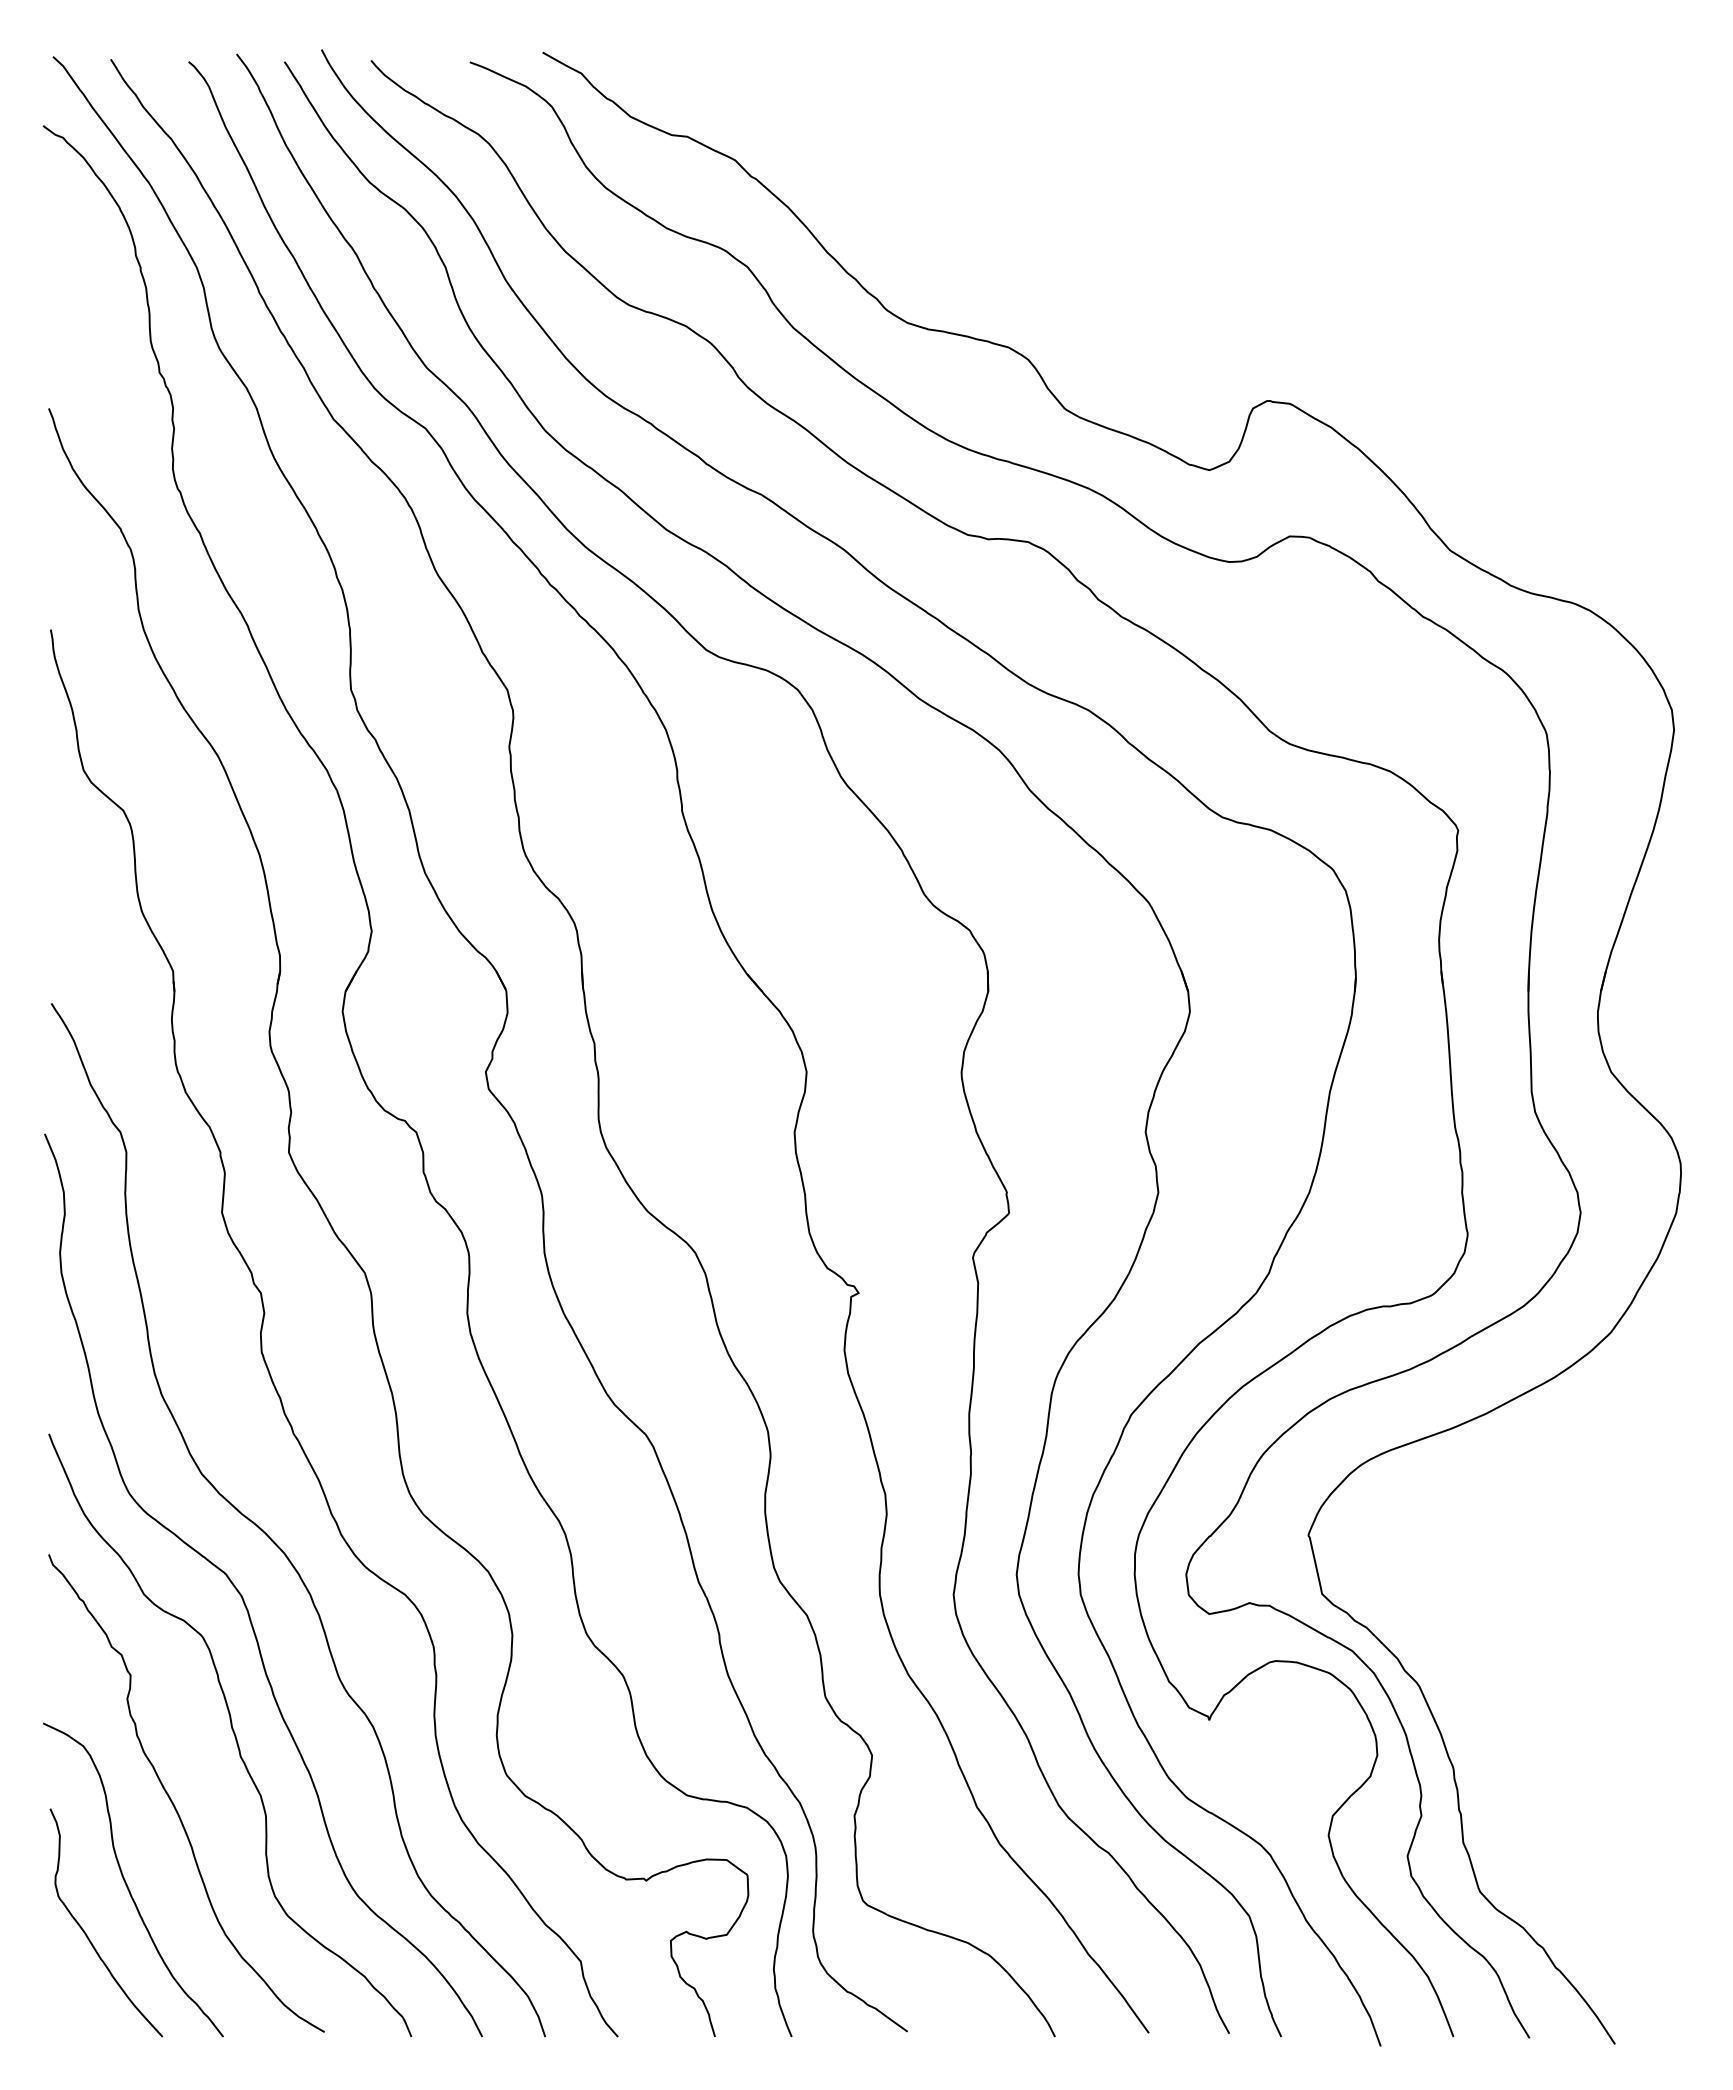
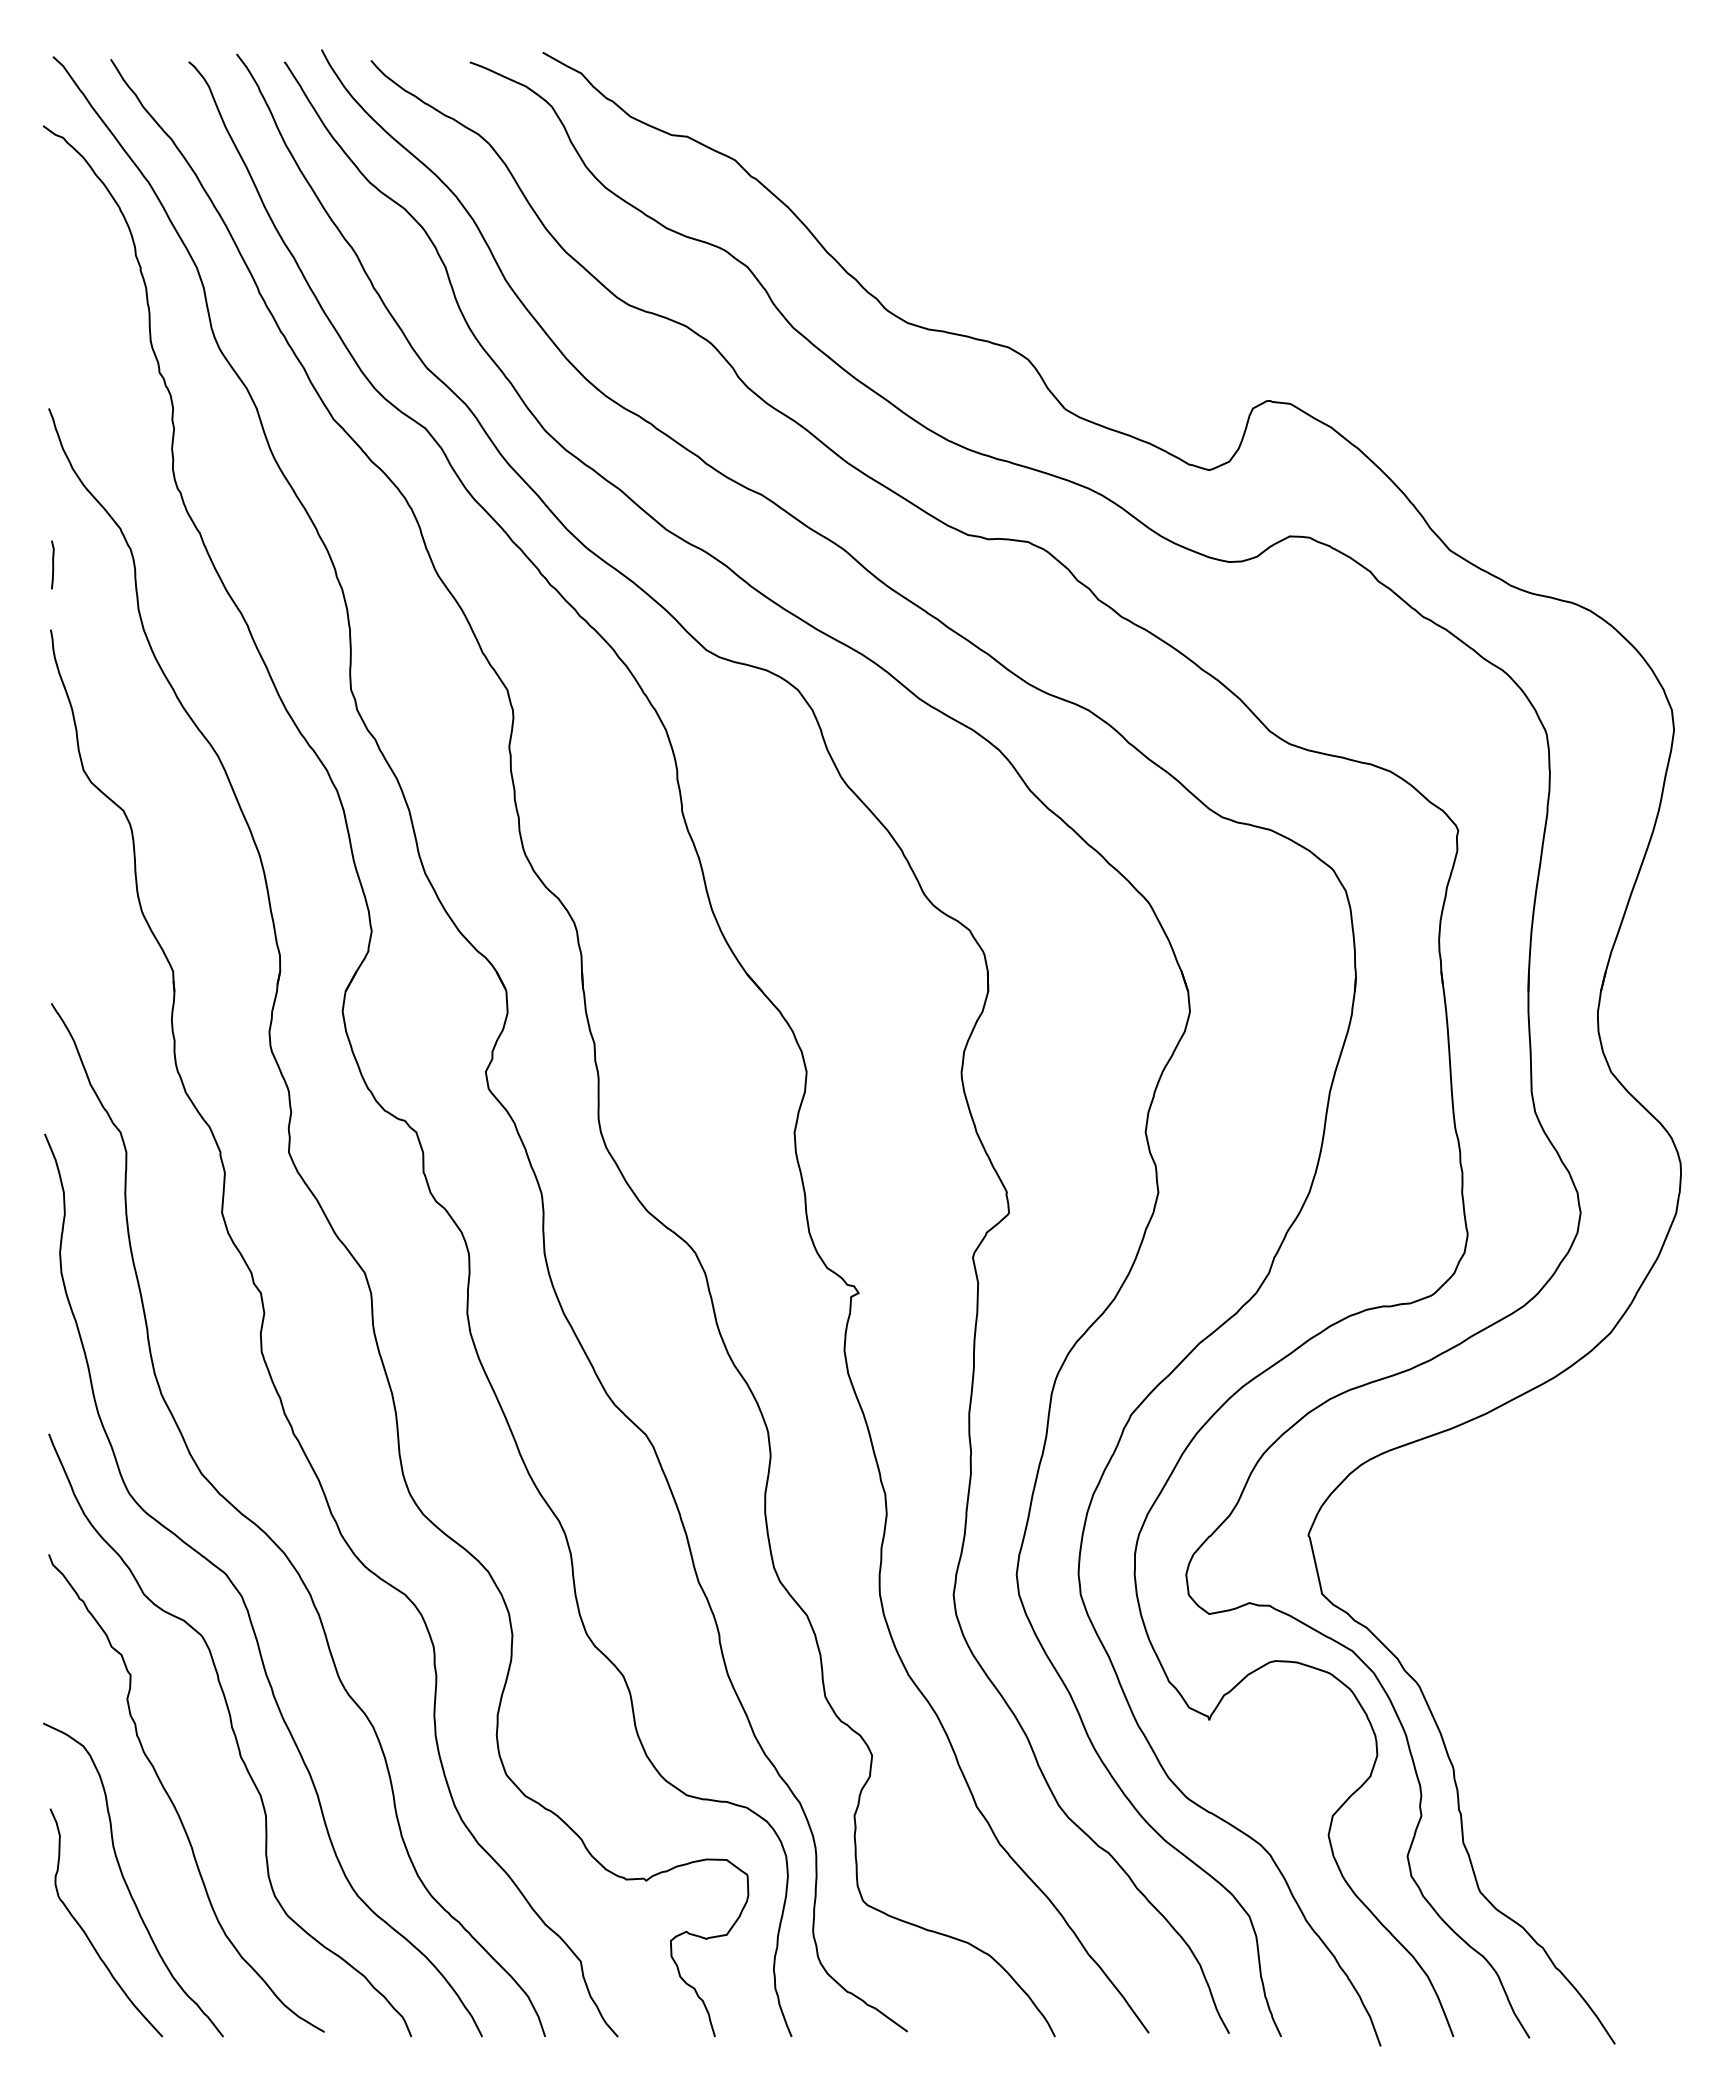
curve at (52, 564): none -> present
